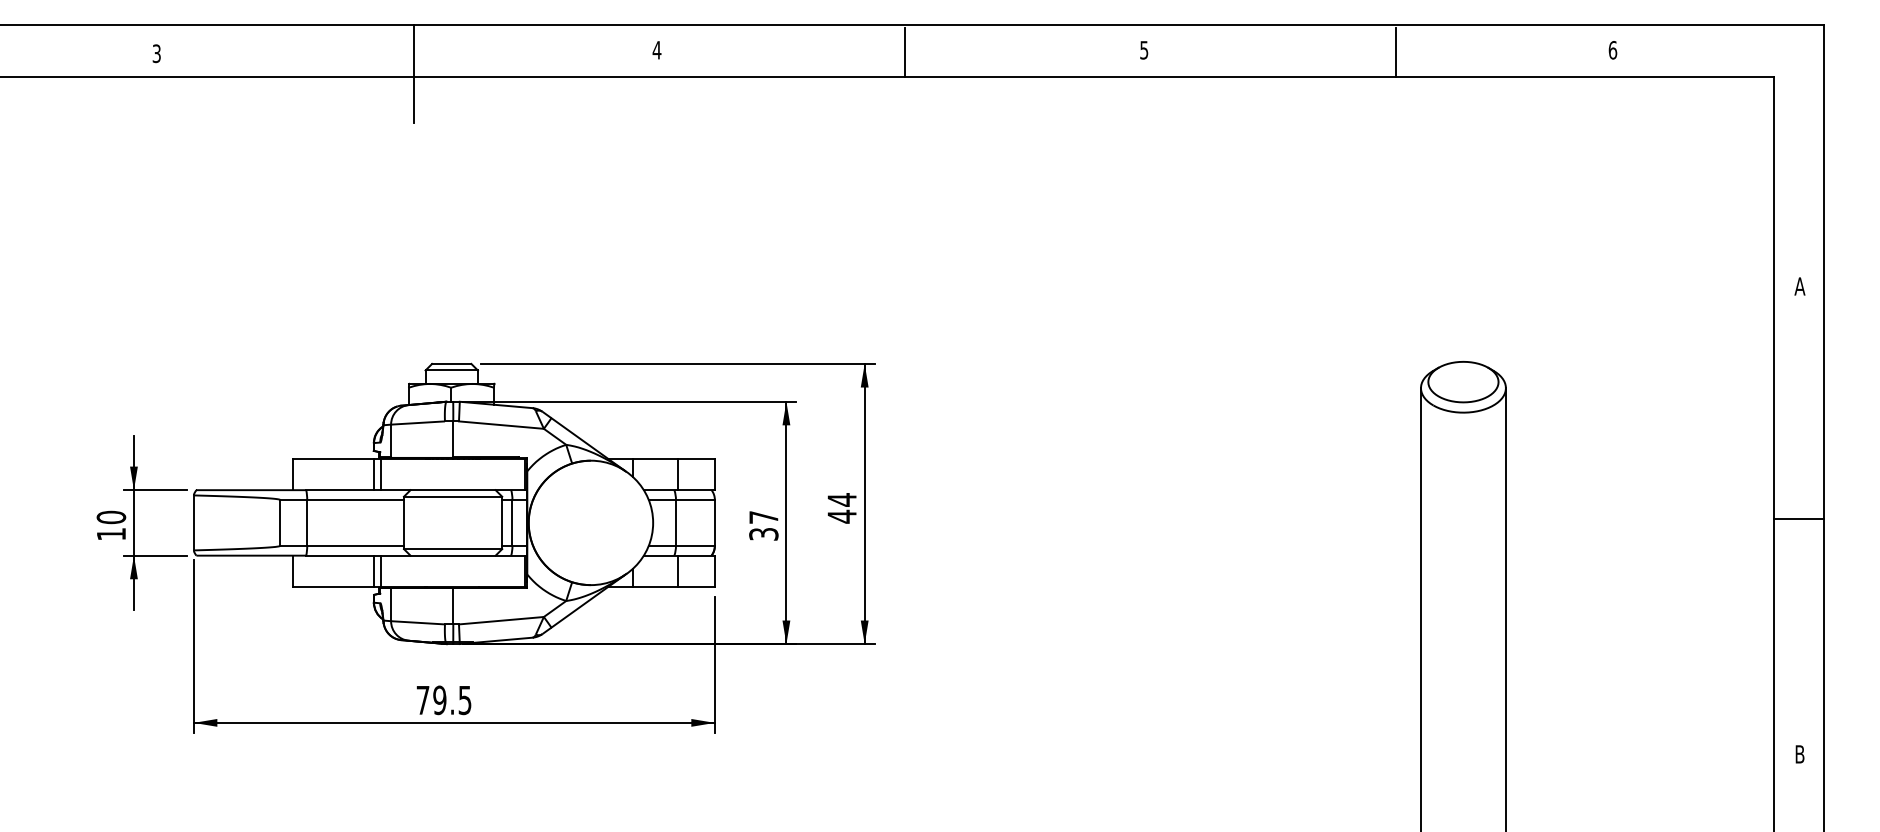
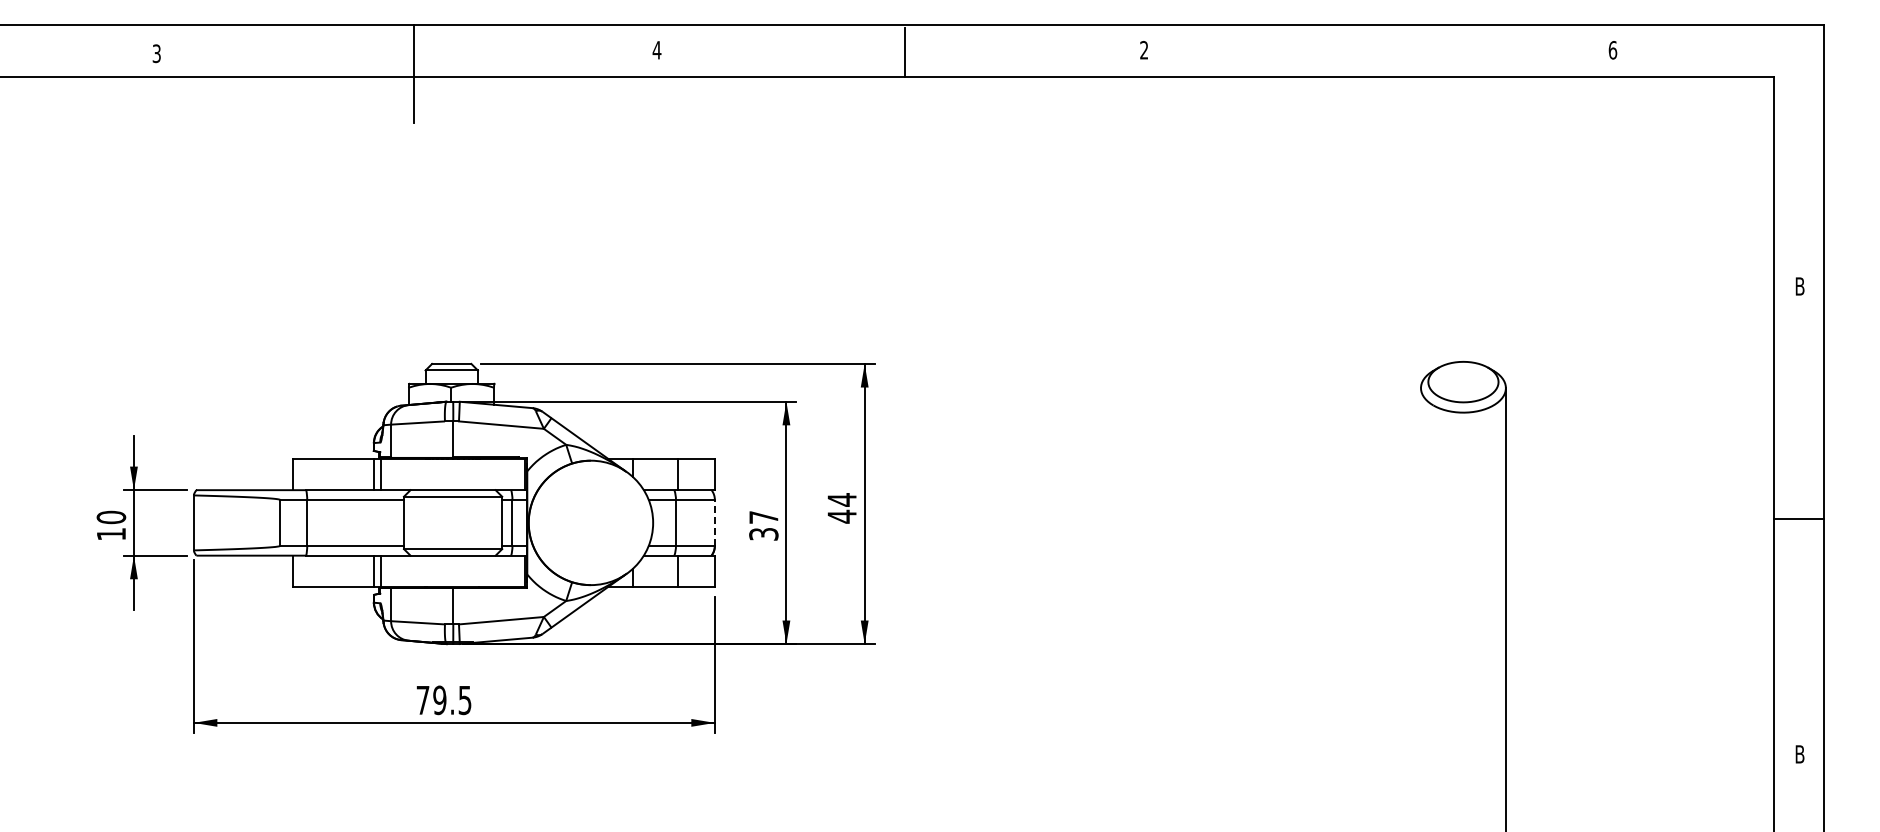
text at (1144, 49): 5 -> 2
line at (1396, 52): present -> none
text at (1799, 286): A -> B
line at (714, 522): solid -> dashed
line at (1420, 608): present -> none
